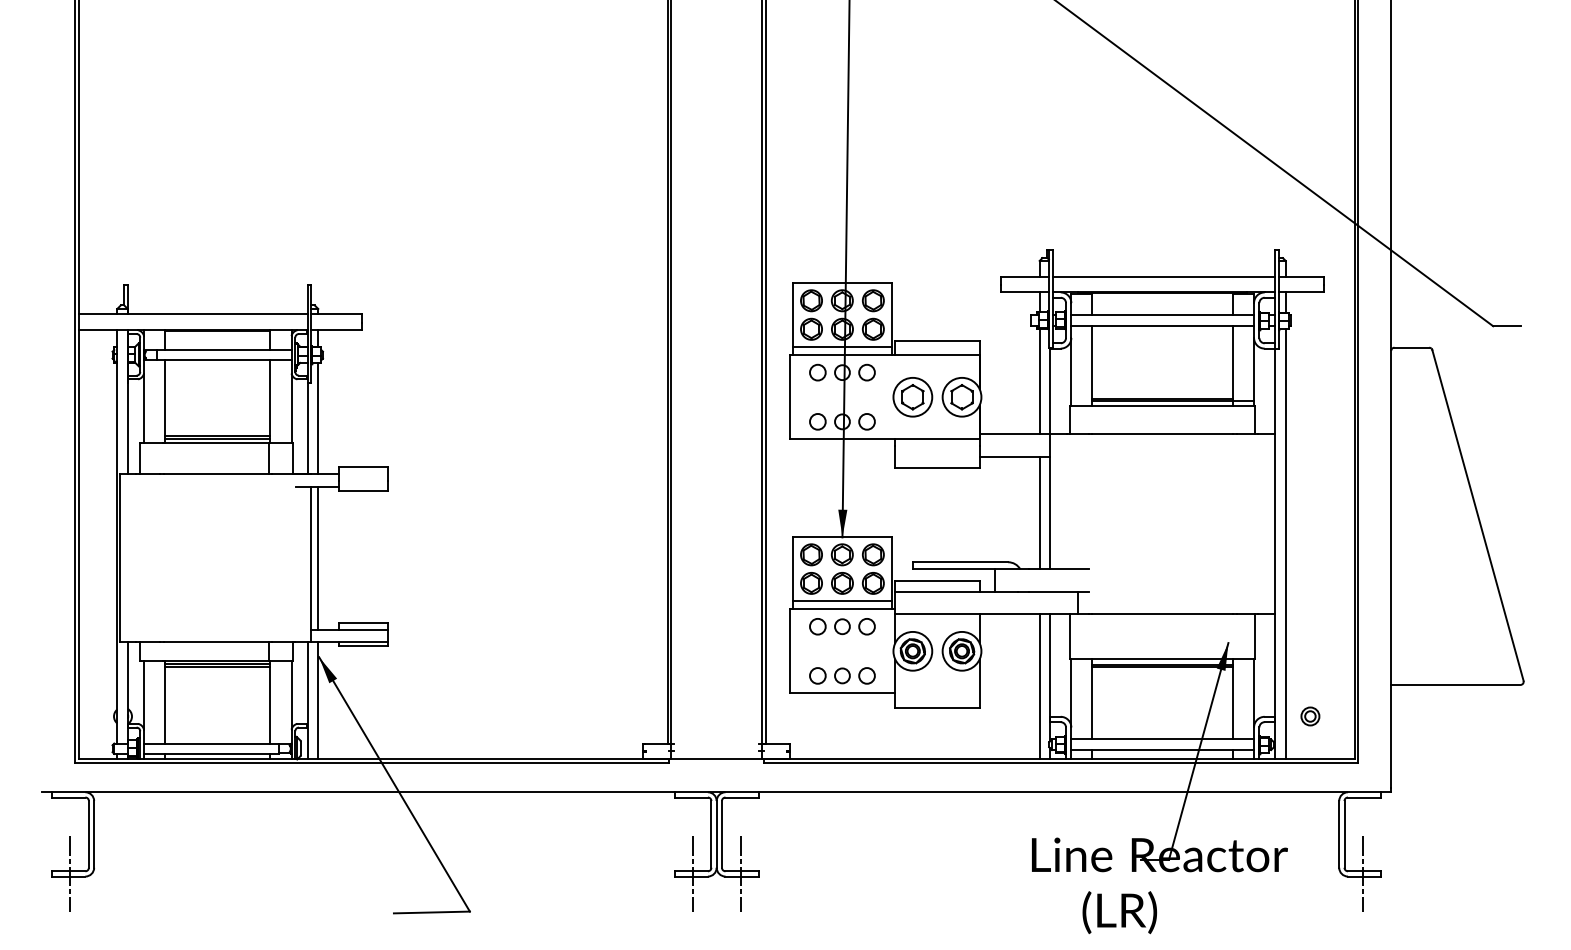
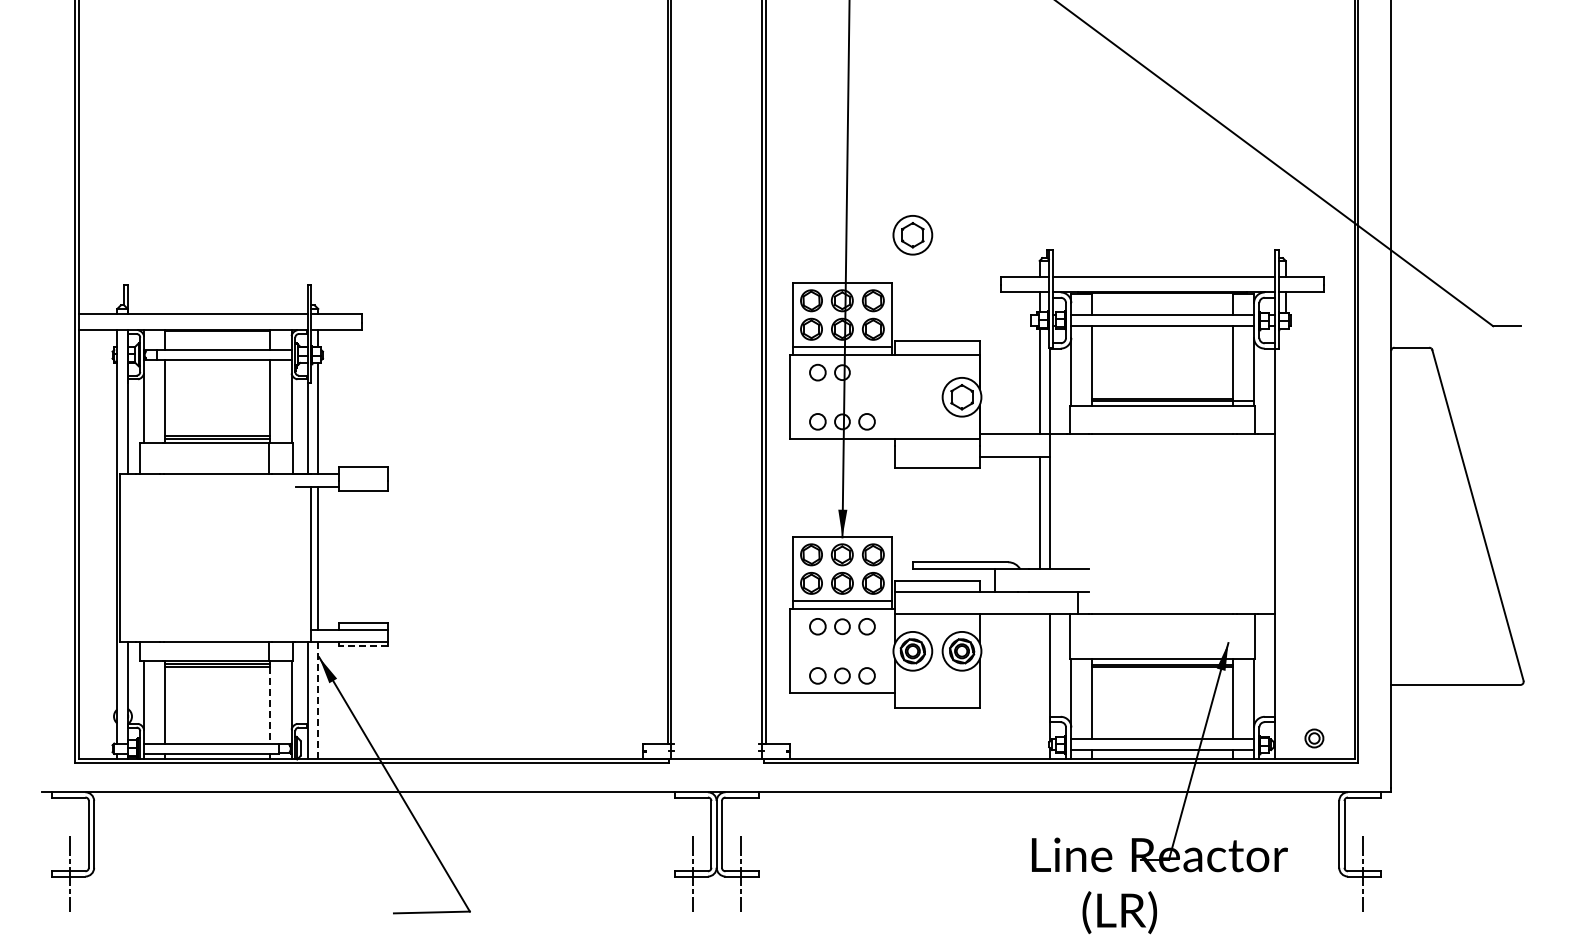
circle at (866, 372): present -> none
part at (912, 397) position: (912, 397) -> (912, 235)
line at (1285, 543): present -> none
line at (363, 646): solid -> dashed
line at (1039, 686): present -> none
line at (318, 700): solid -> dashed
line at (270, 705): solid -> dashed
part at (1310, 716) position: (1310, 716) -> (1314, 738)
